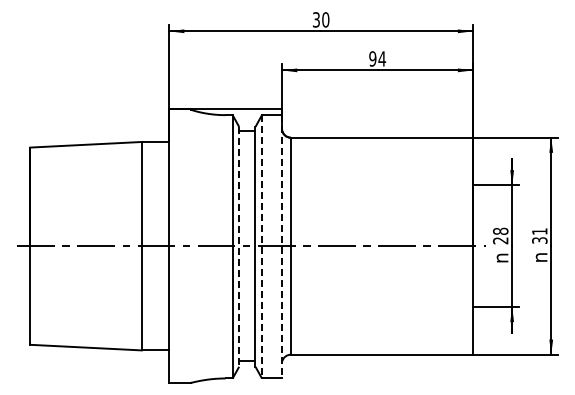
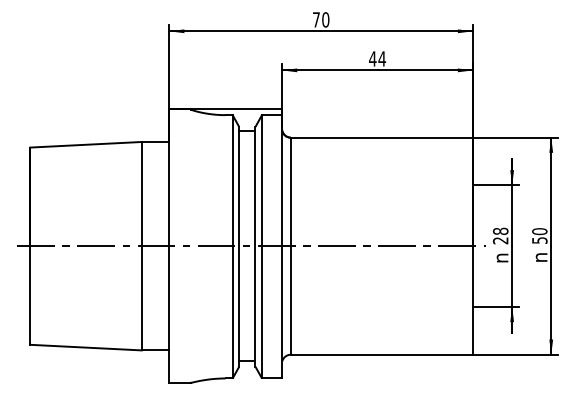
text at (315, 19): 30 -> 70
text at (372, 58): 94 -> 44
text at (539, 235): 31 -> 50
line at (239, 246): dashed -> solid
line at (262, 246): dashed -> solid
line at (282, 246): dashed -> solid
